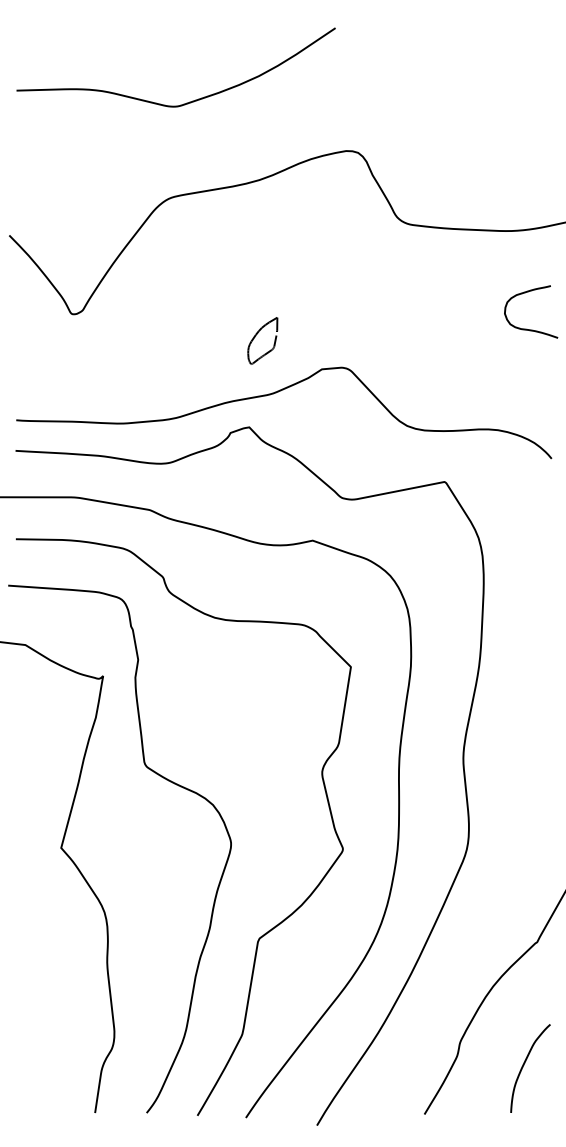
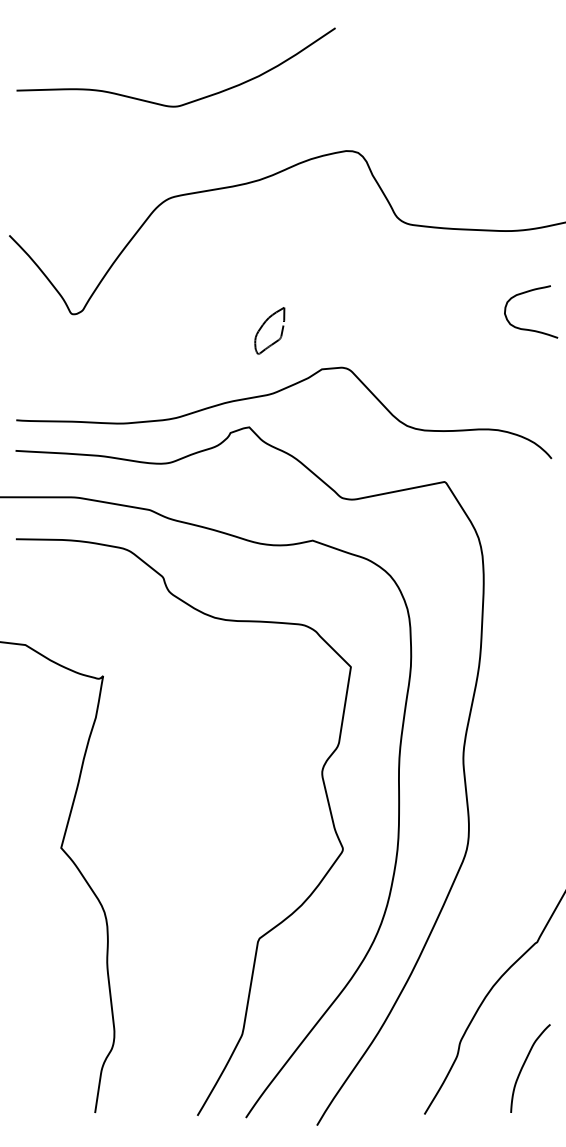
part at (255, 337) position: (255, 337) -> (262, 327)
curve at (159, 776): present -> none
